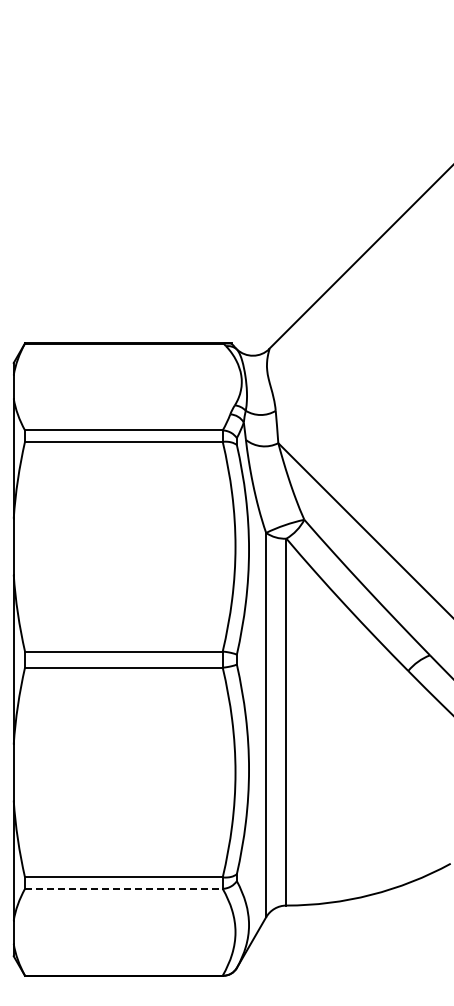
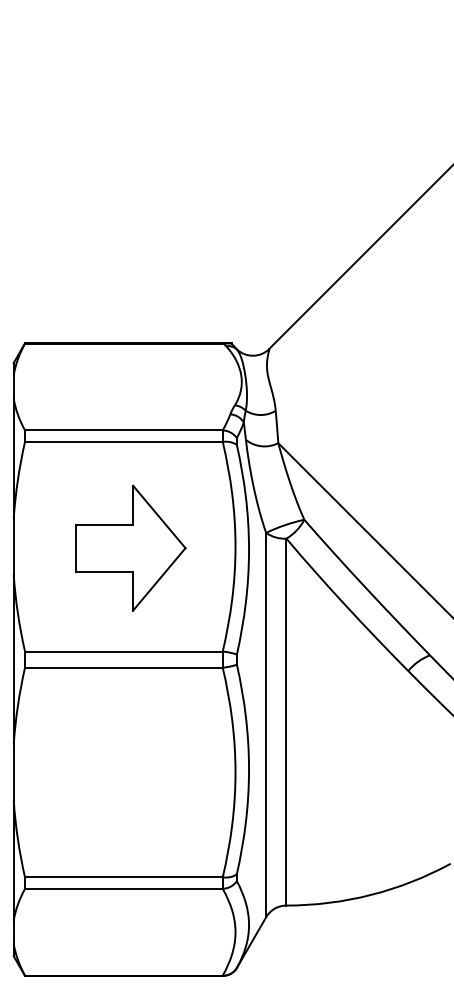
part at (130, 547): none -> present
line at (123, 888): dashed -> solid
